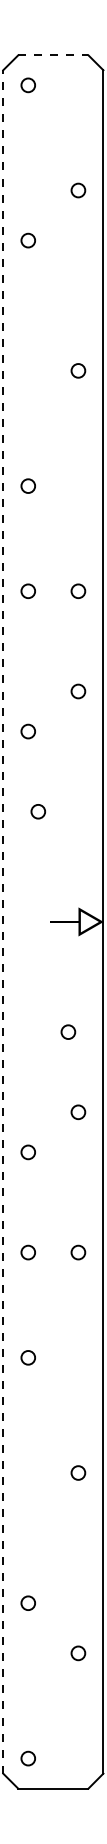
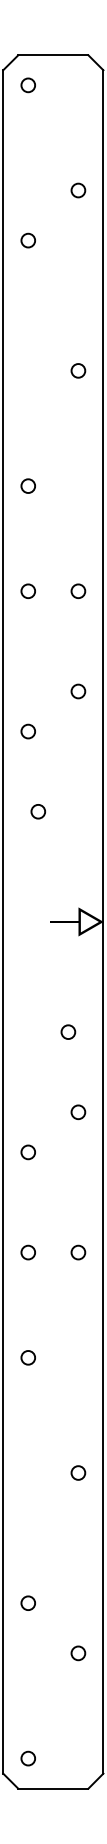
line at (53, 55): dashed -> solid
line at (3, 921): dashed -> solid
